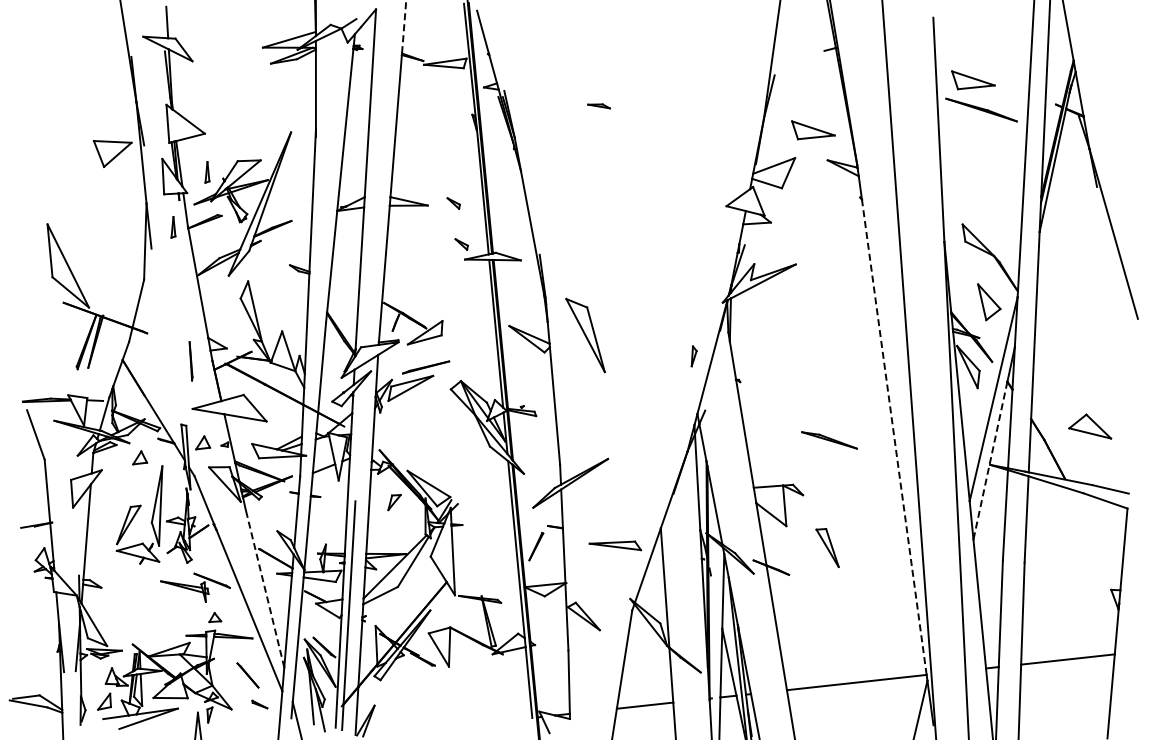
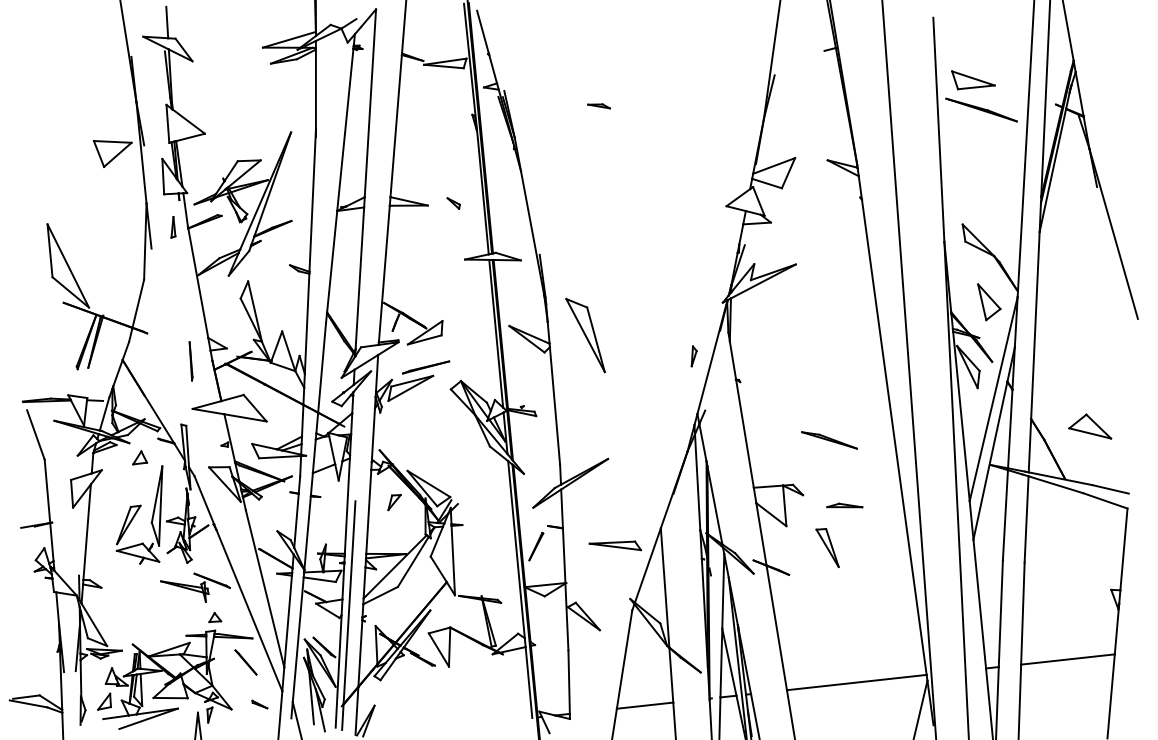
line at (404, 27): dashed -> solid
part at (813, 130): present -> none
part at (207, 172): present -> none
part at (461, 244): present -> none
line at (894, 437): dashed -> solid
part at (203, 442): present -> none
line at (990, 460): dashed -> solid
part at (844, 505): none -> present
line at (265, 588): dashed -> solid
line at (247, 675) position: (247, 675) -> (245, 662)
